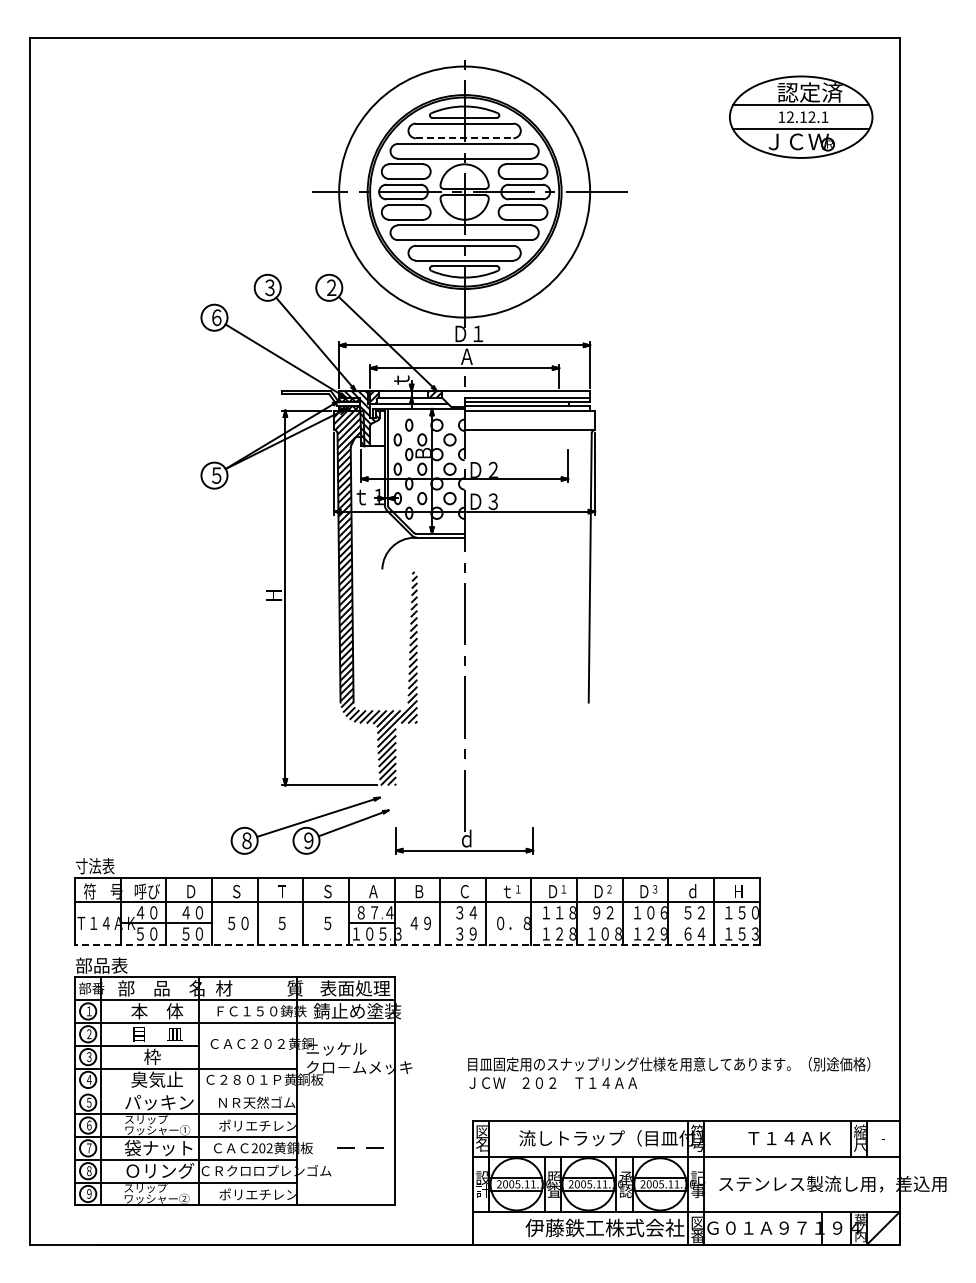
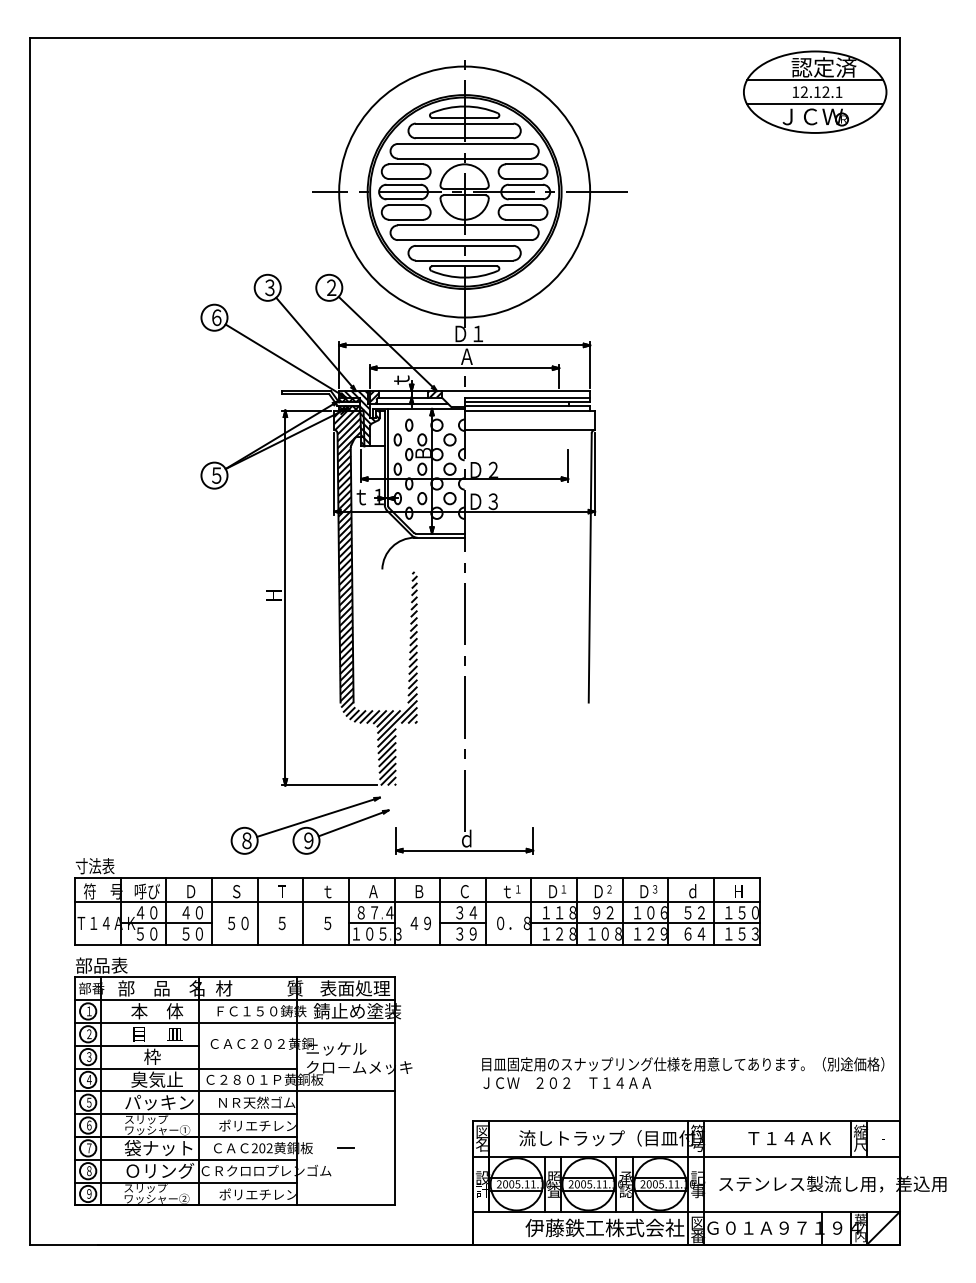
part at (801, 116) position: (801, 116) -> (815, 91)
line at (464, 138): dashed -> solid
text at (327, 891): Ｓ -> ｔ
line at (462, 923): none -> present
line at (645, 923): none -> present
line at (416, 944): dashed -> solid
text at (669, 1072) position: (669, 1072) -> (683, 1072)
line at (234, 1091): none -> present
line at (374, 1147): present -> none
